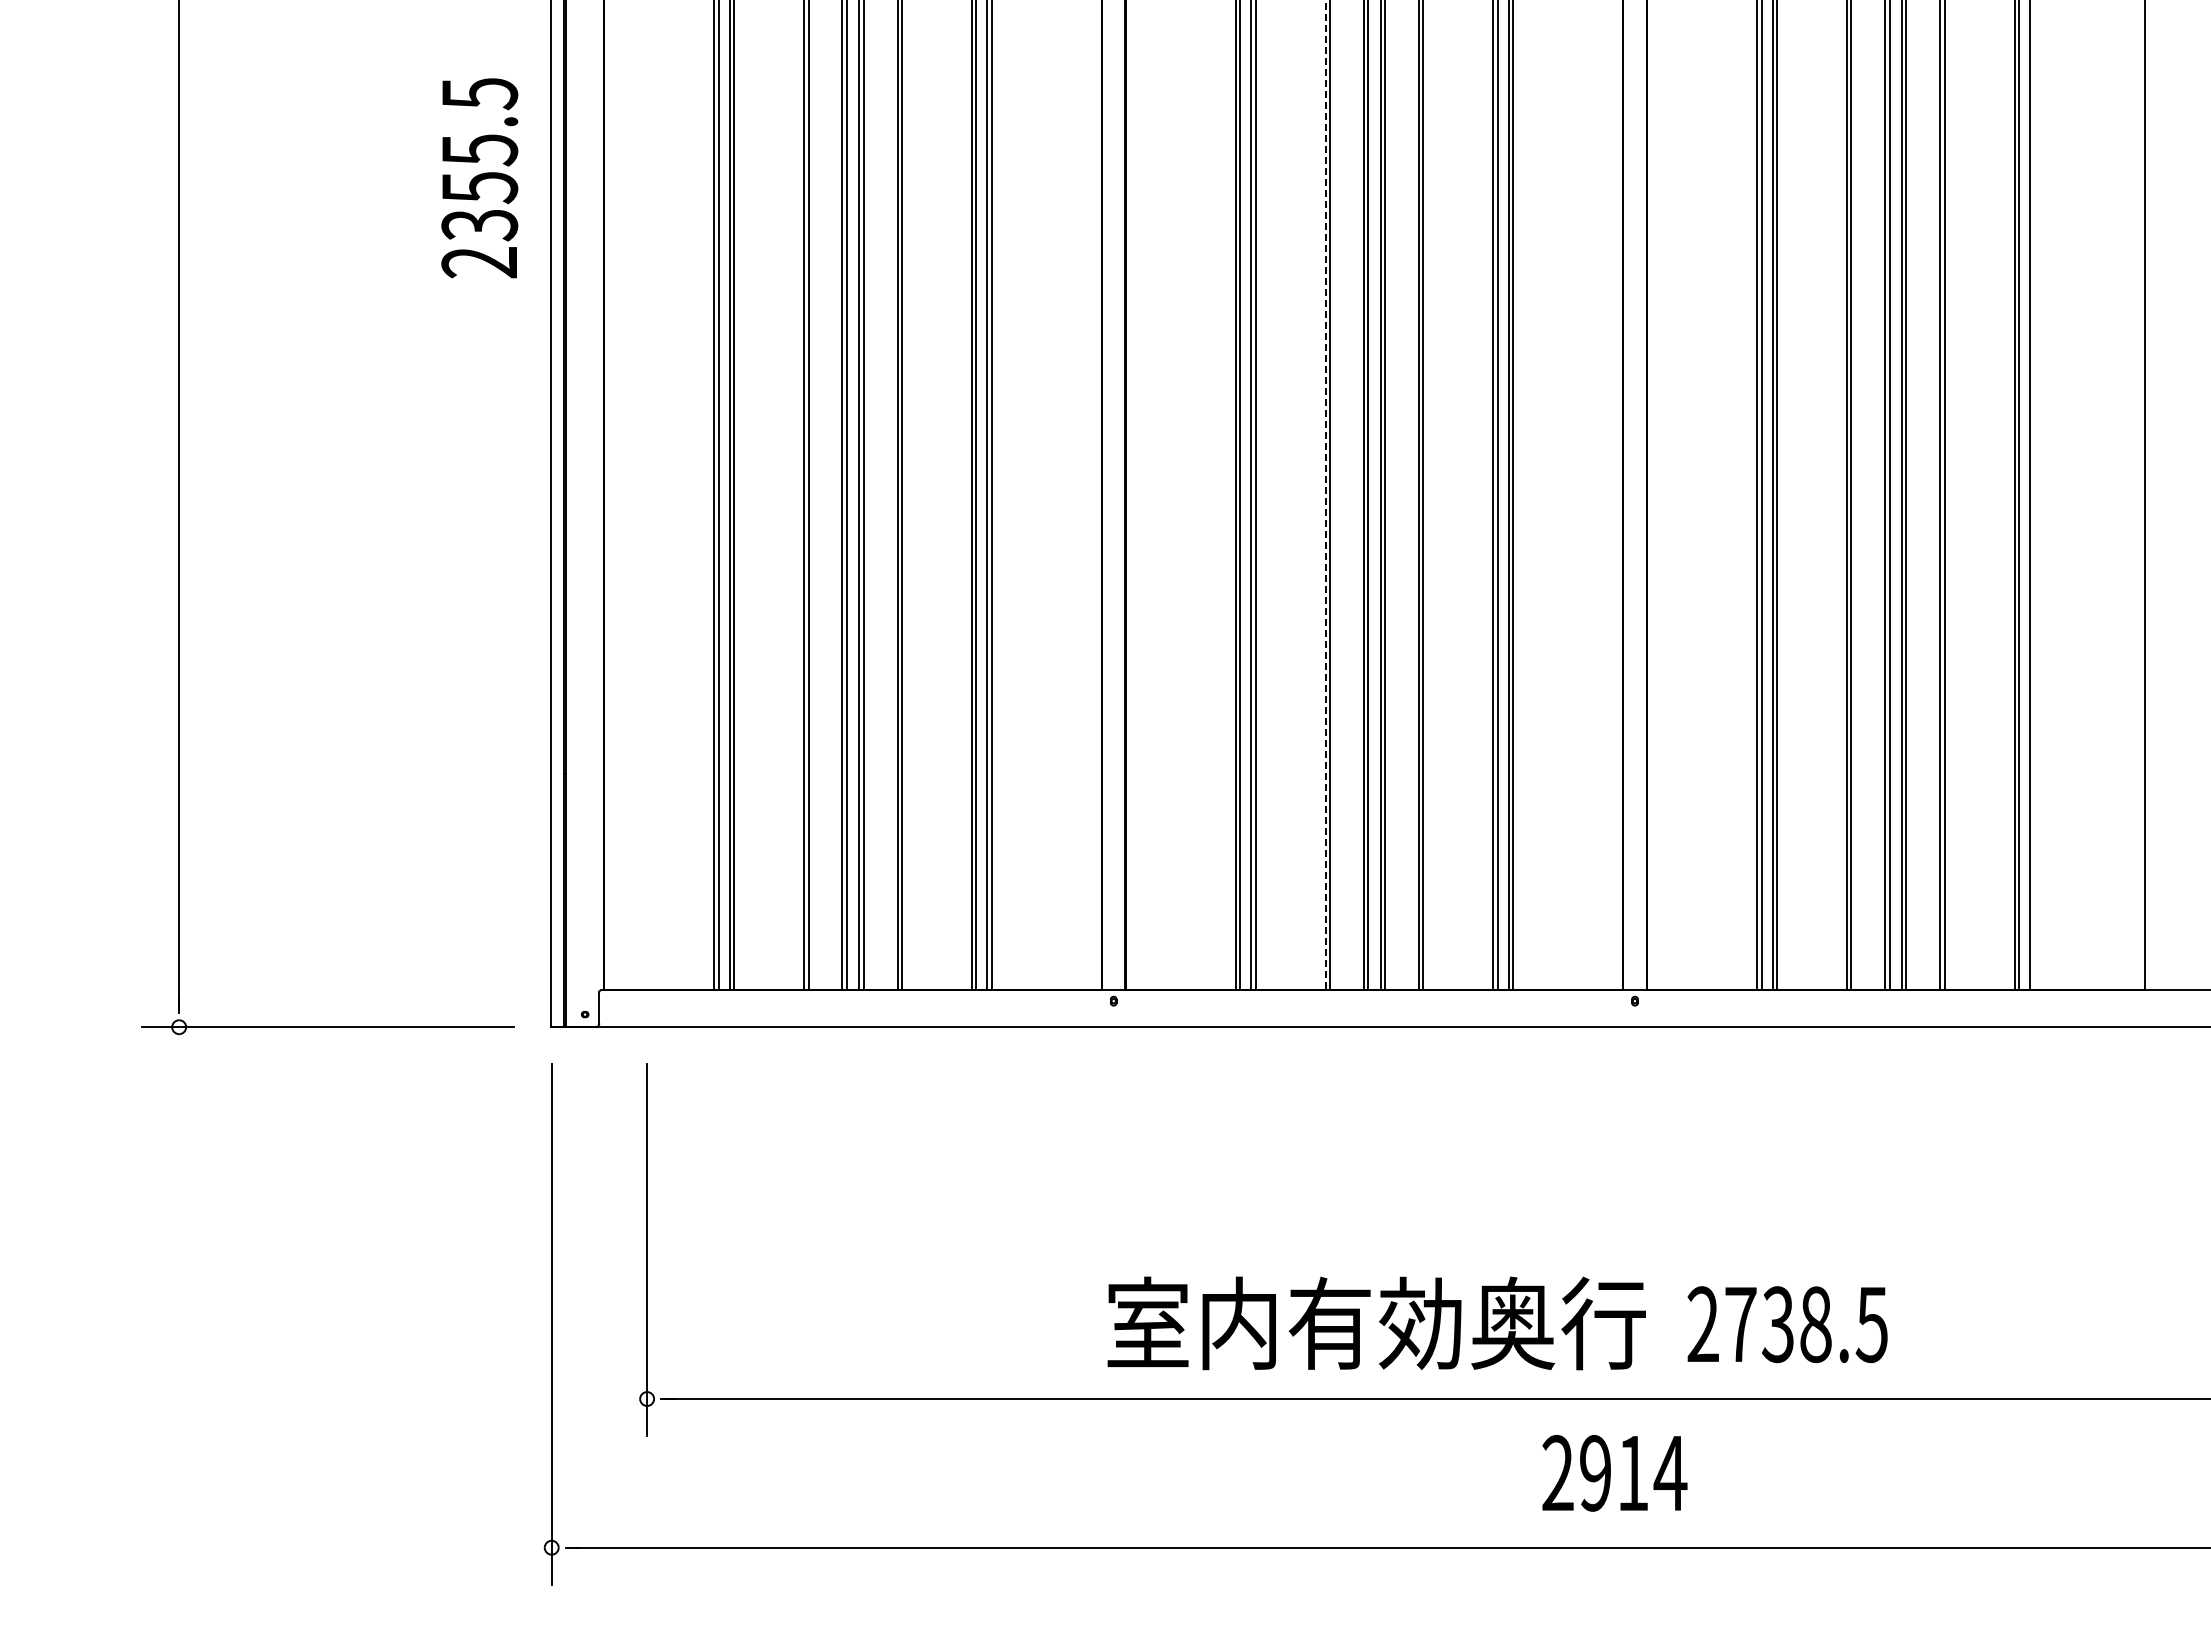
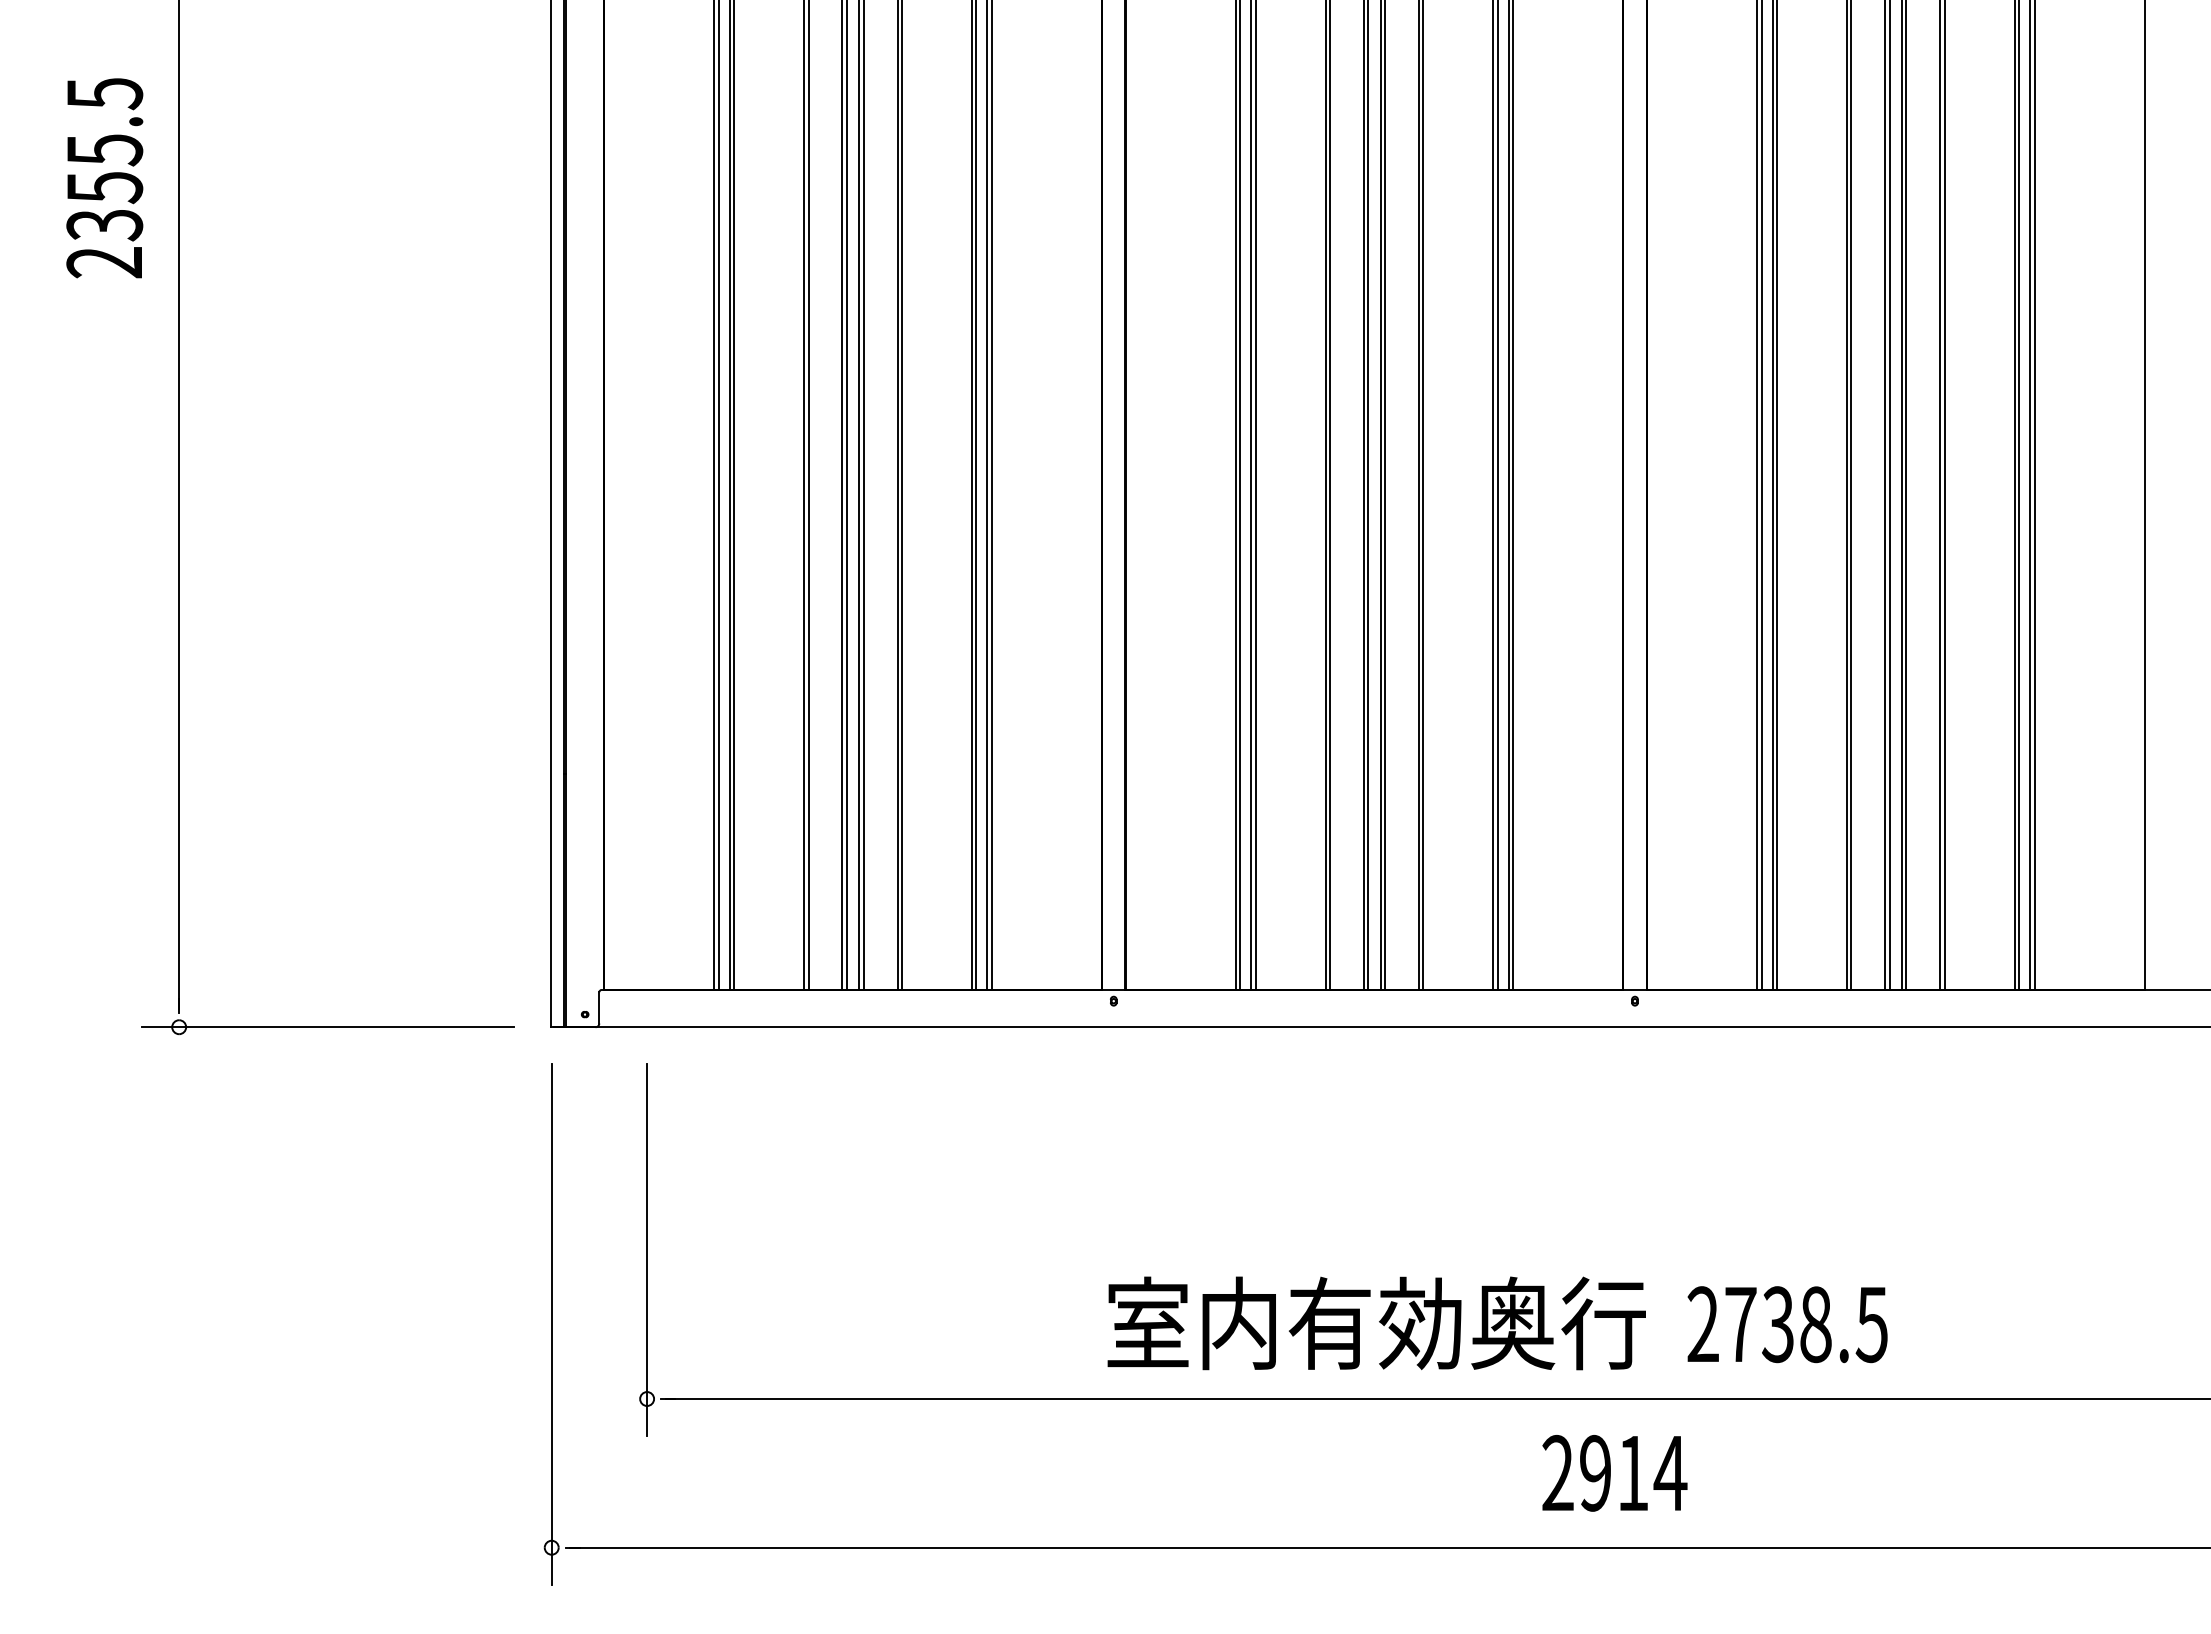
text at (479, 178) position: (479, 178) -> (104, 178)
line at (1325, 495): dashed -> solid
line at (2034, 495): none -> present
